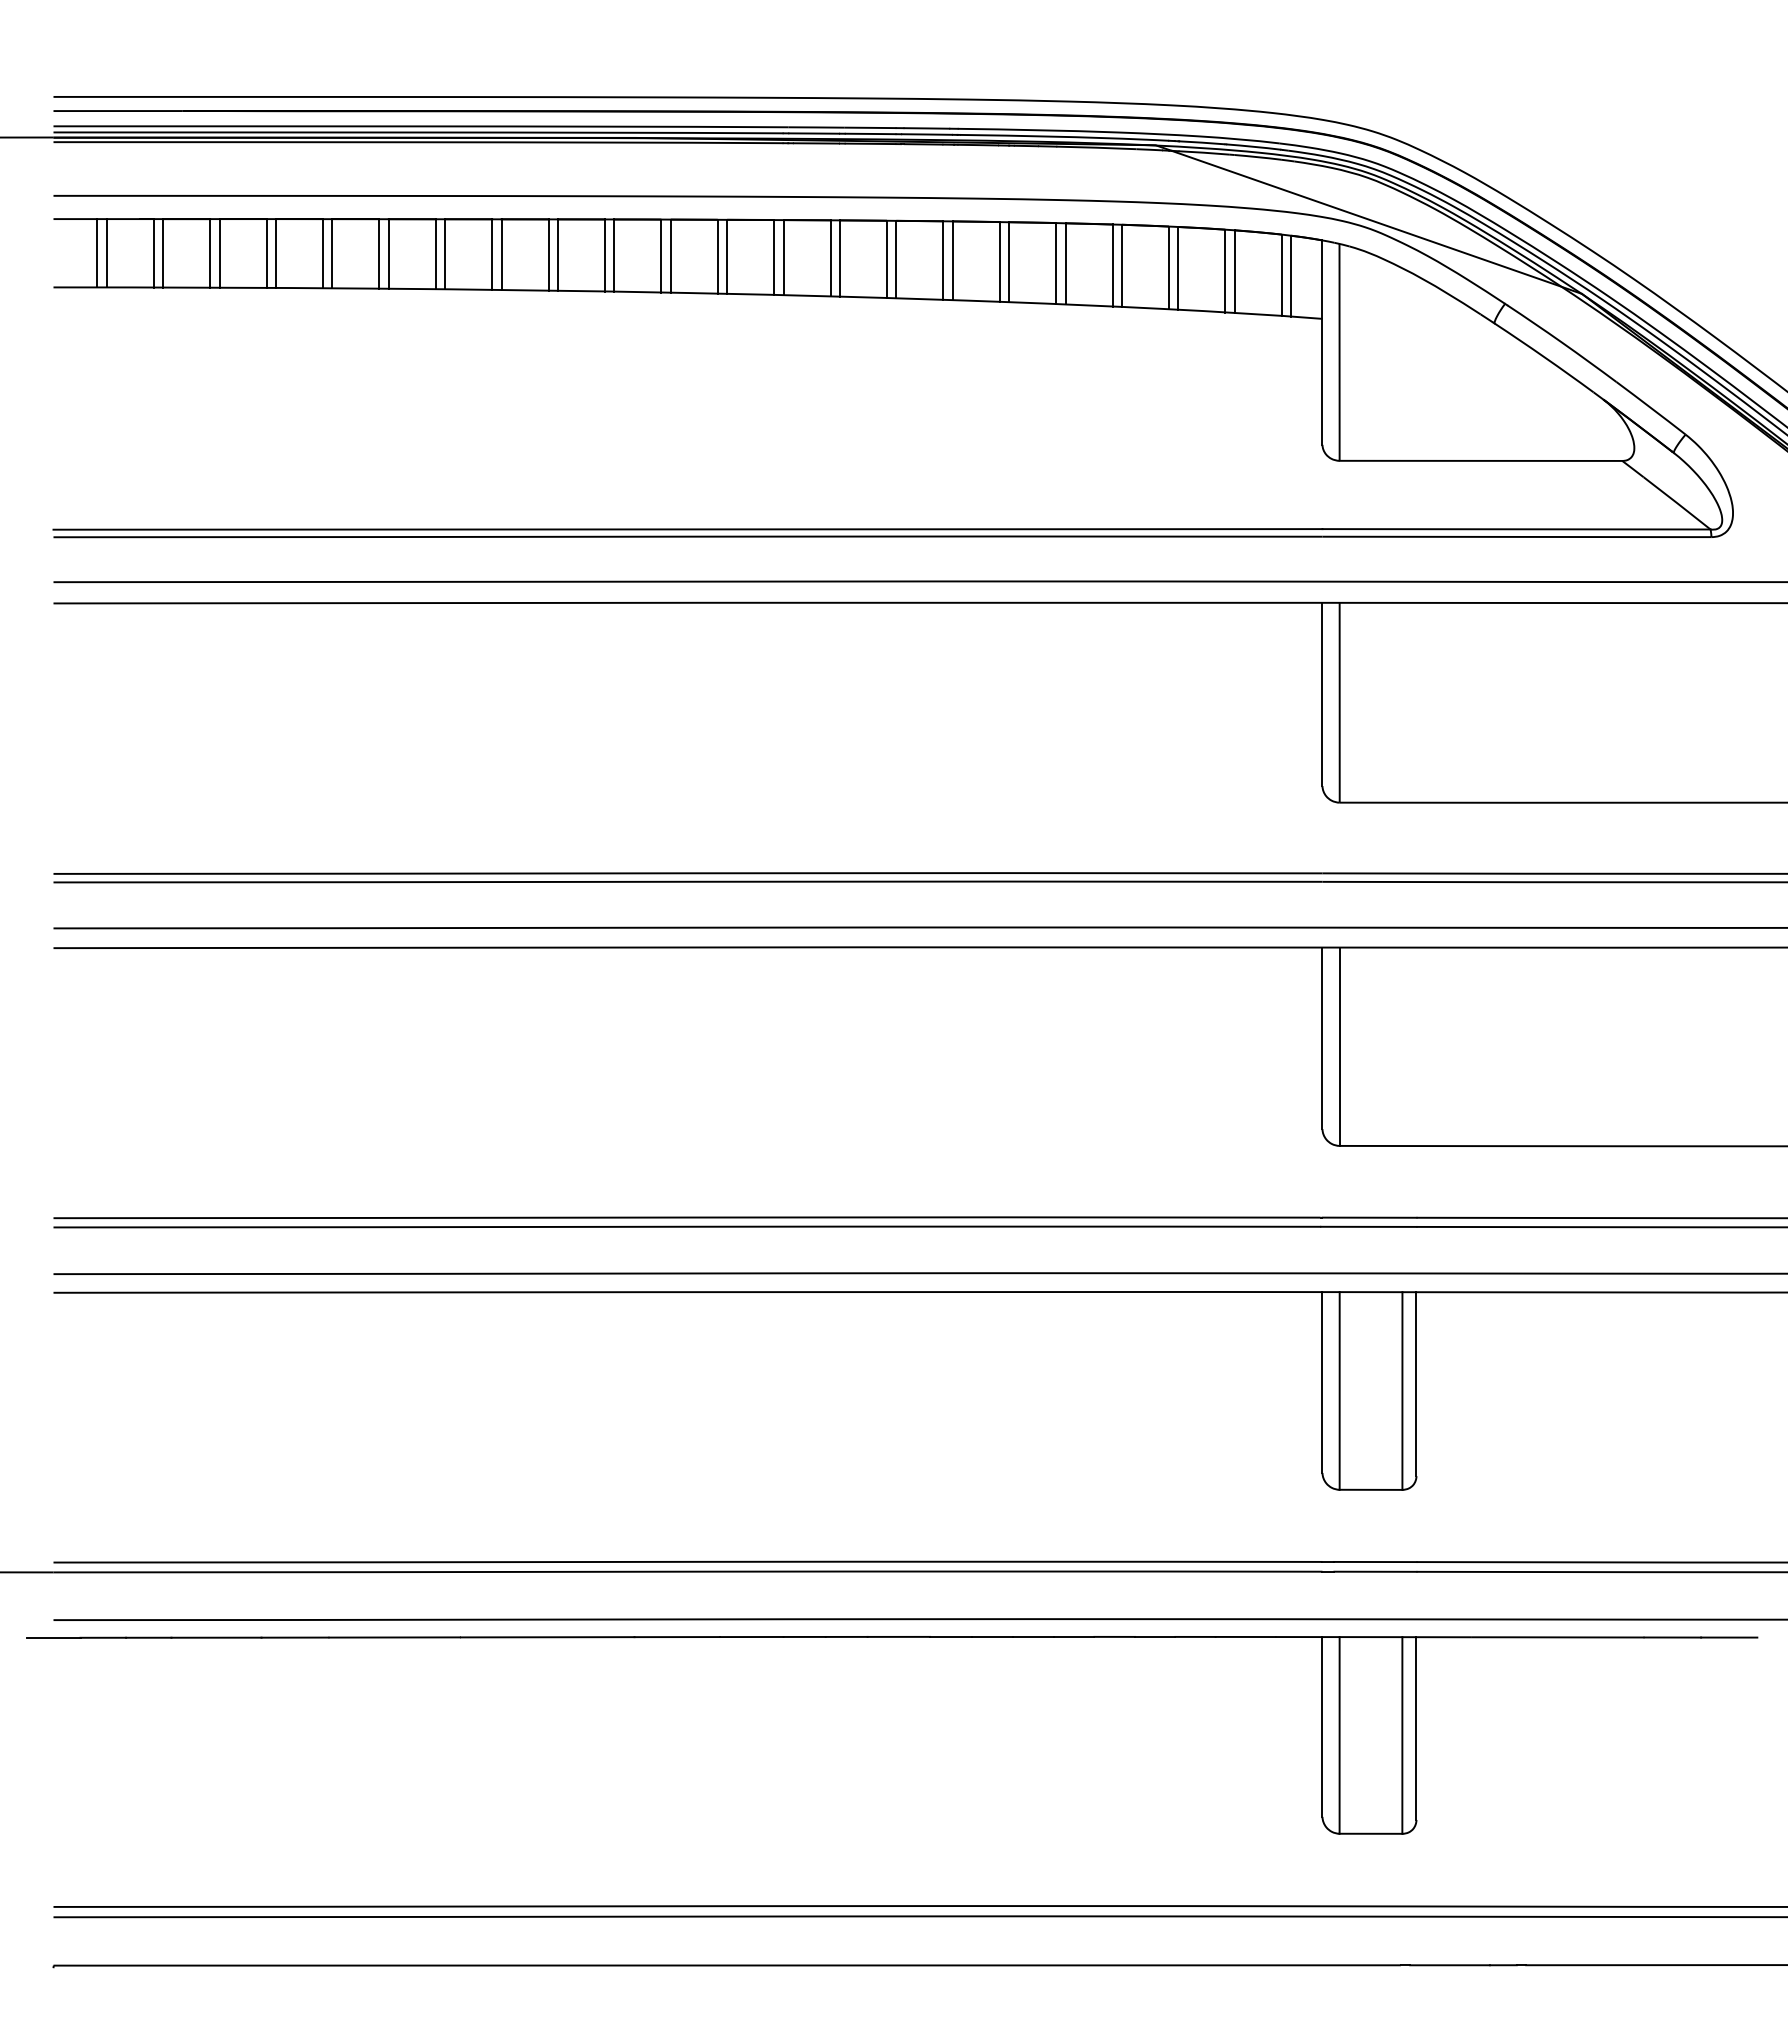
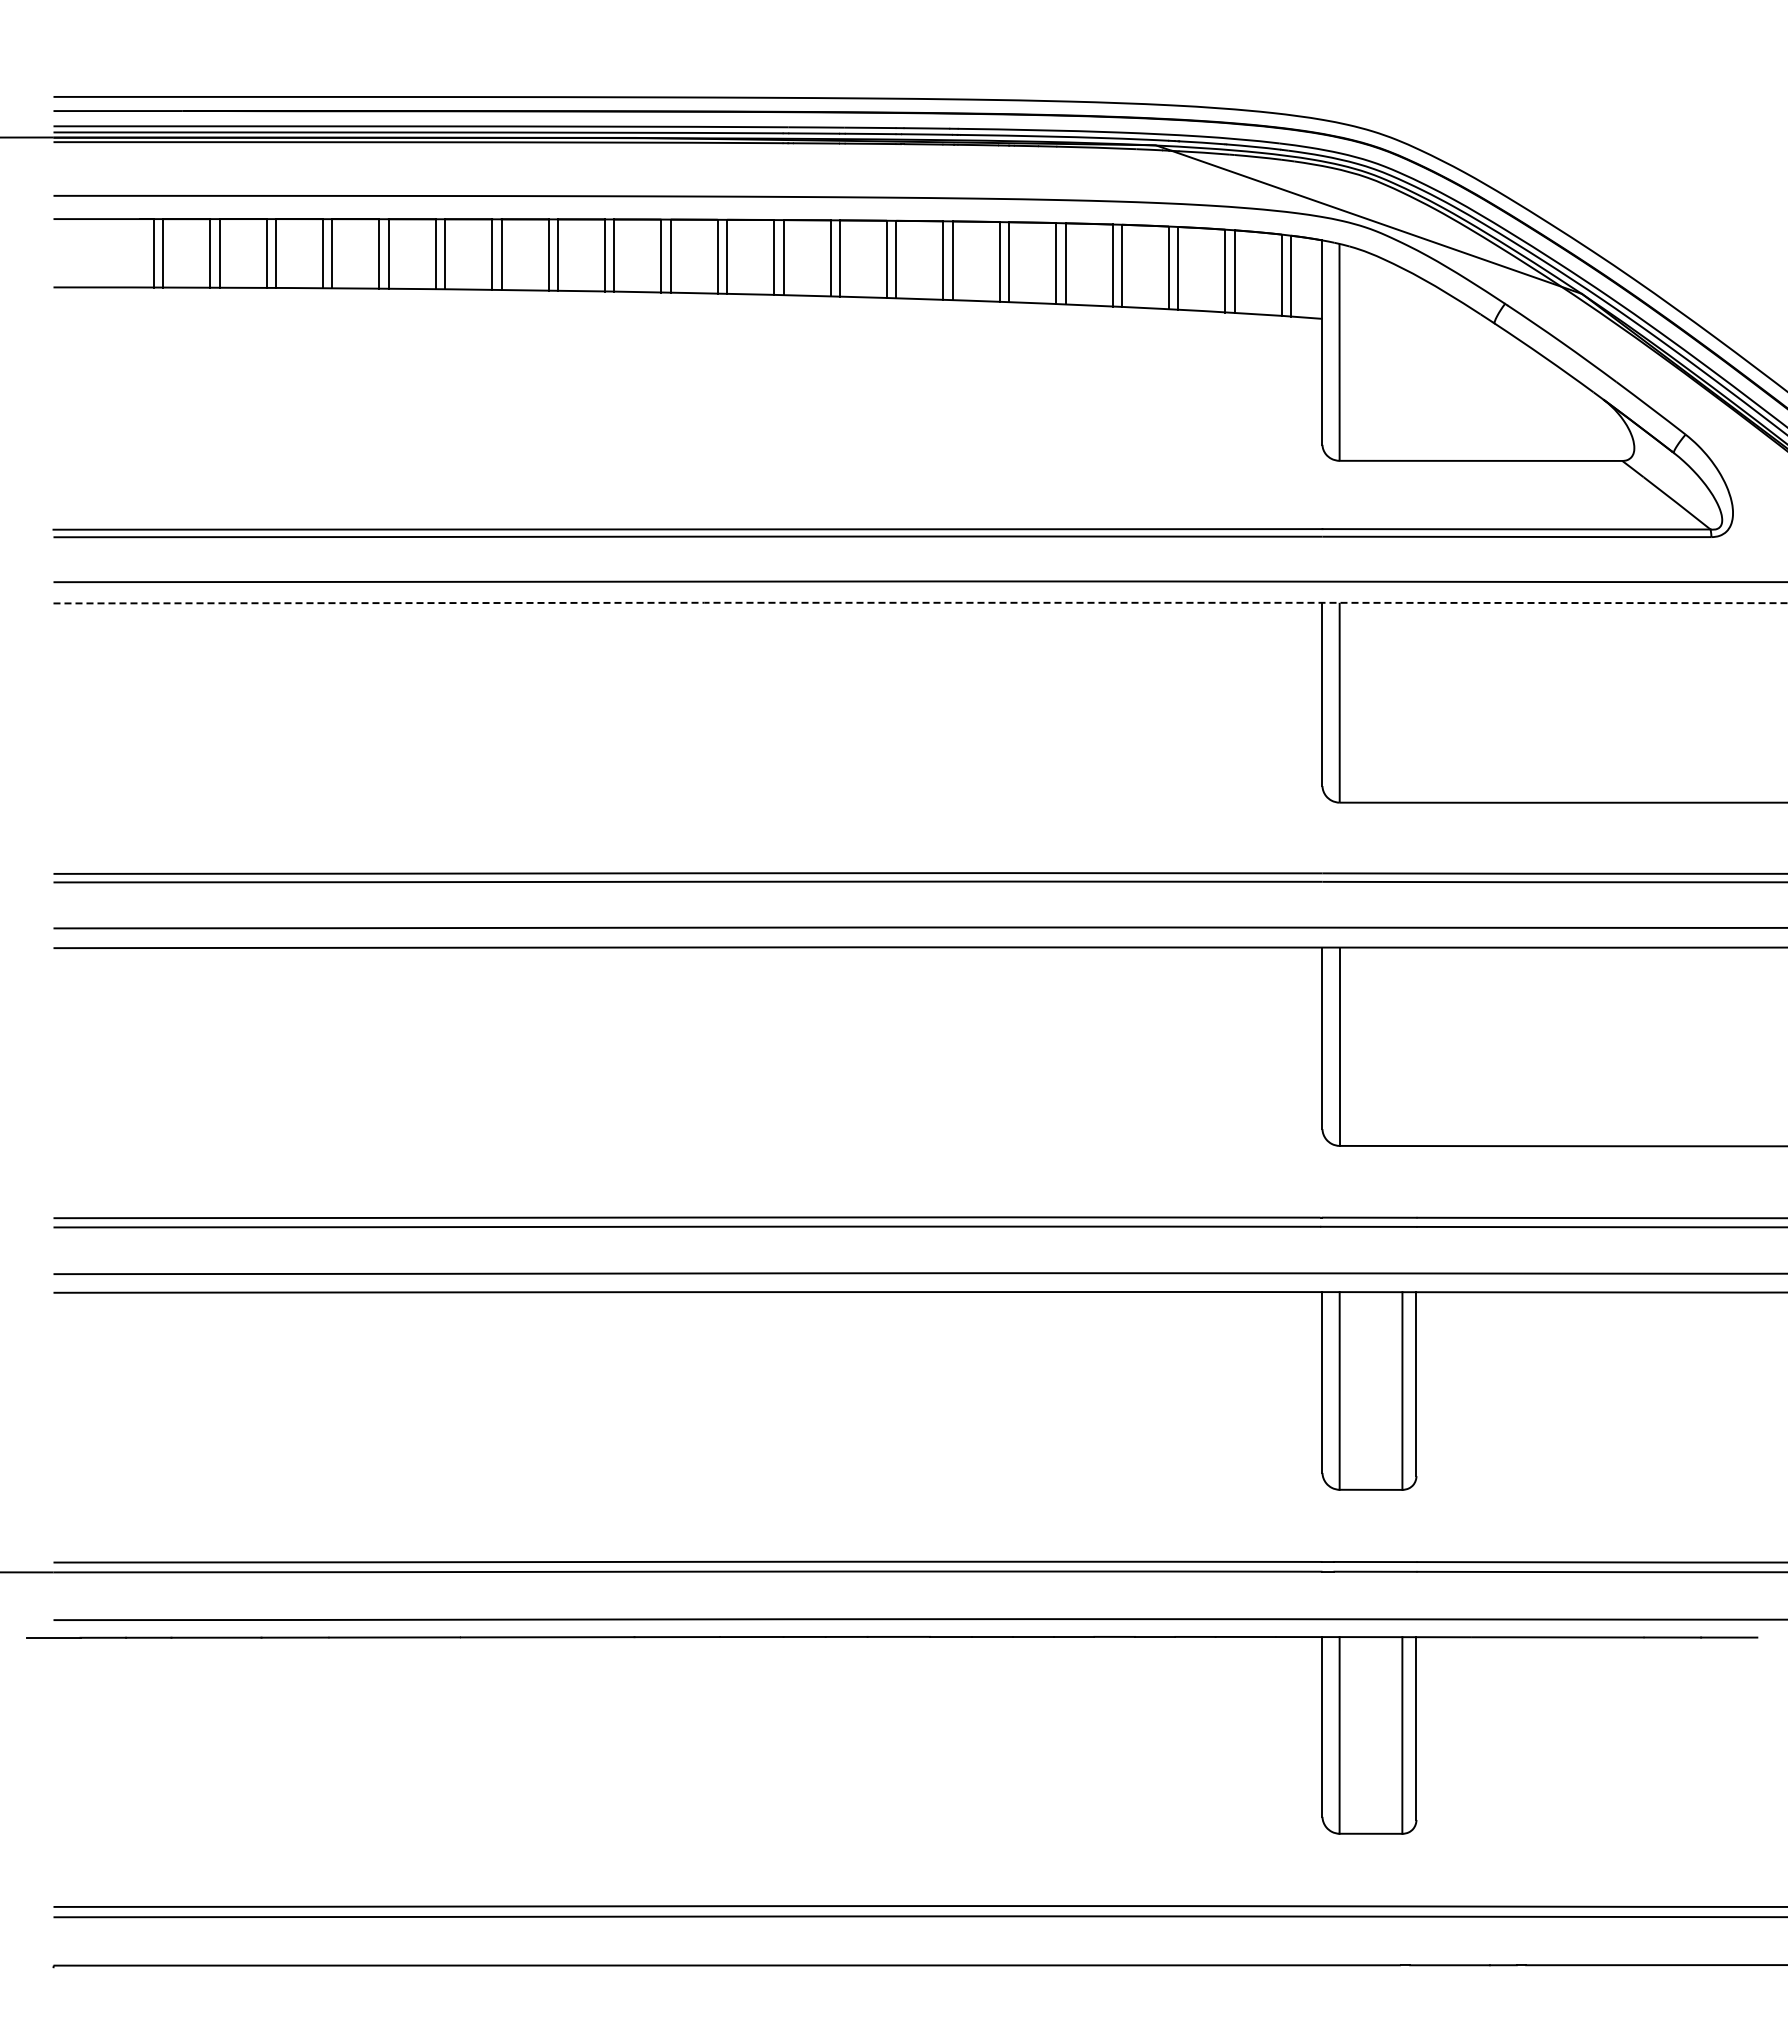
line at (97, 253): present -> none
line at (106, 253): present -> none
line at (921, 602): solid -> dashed
